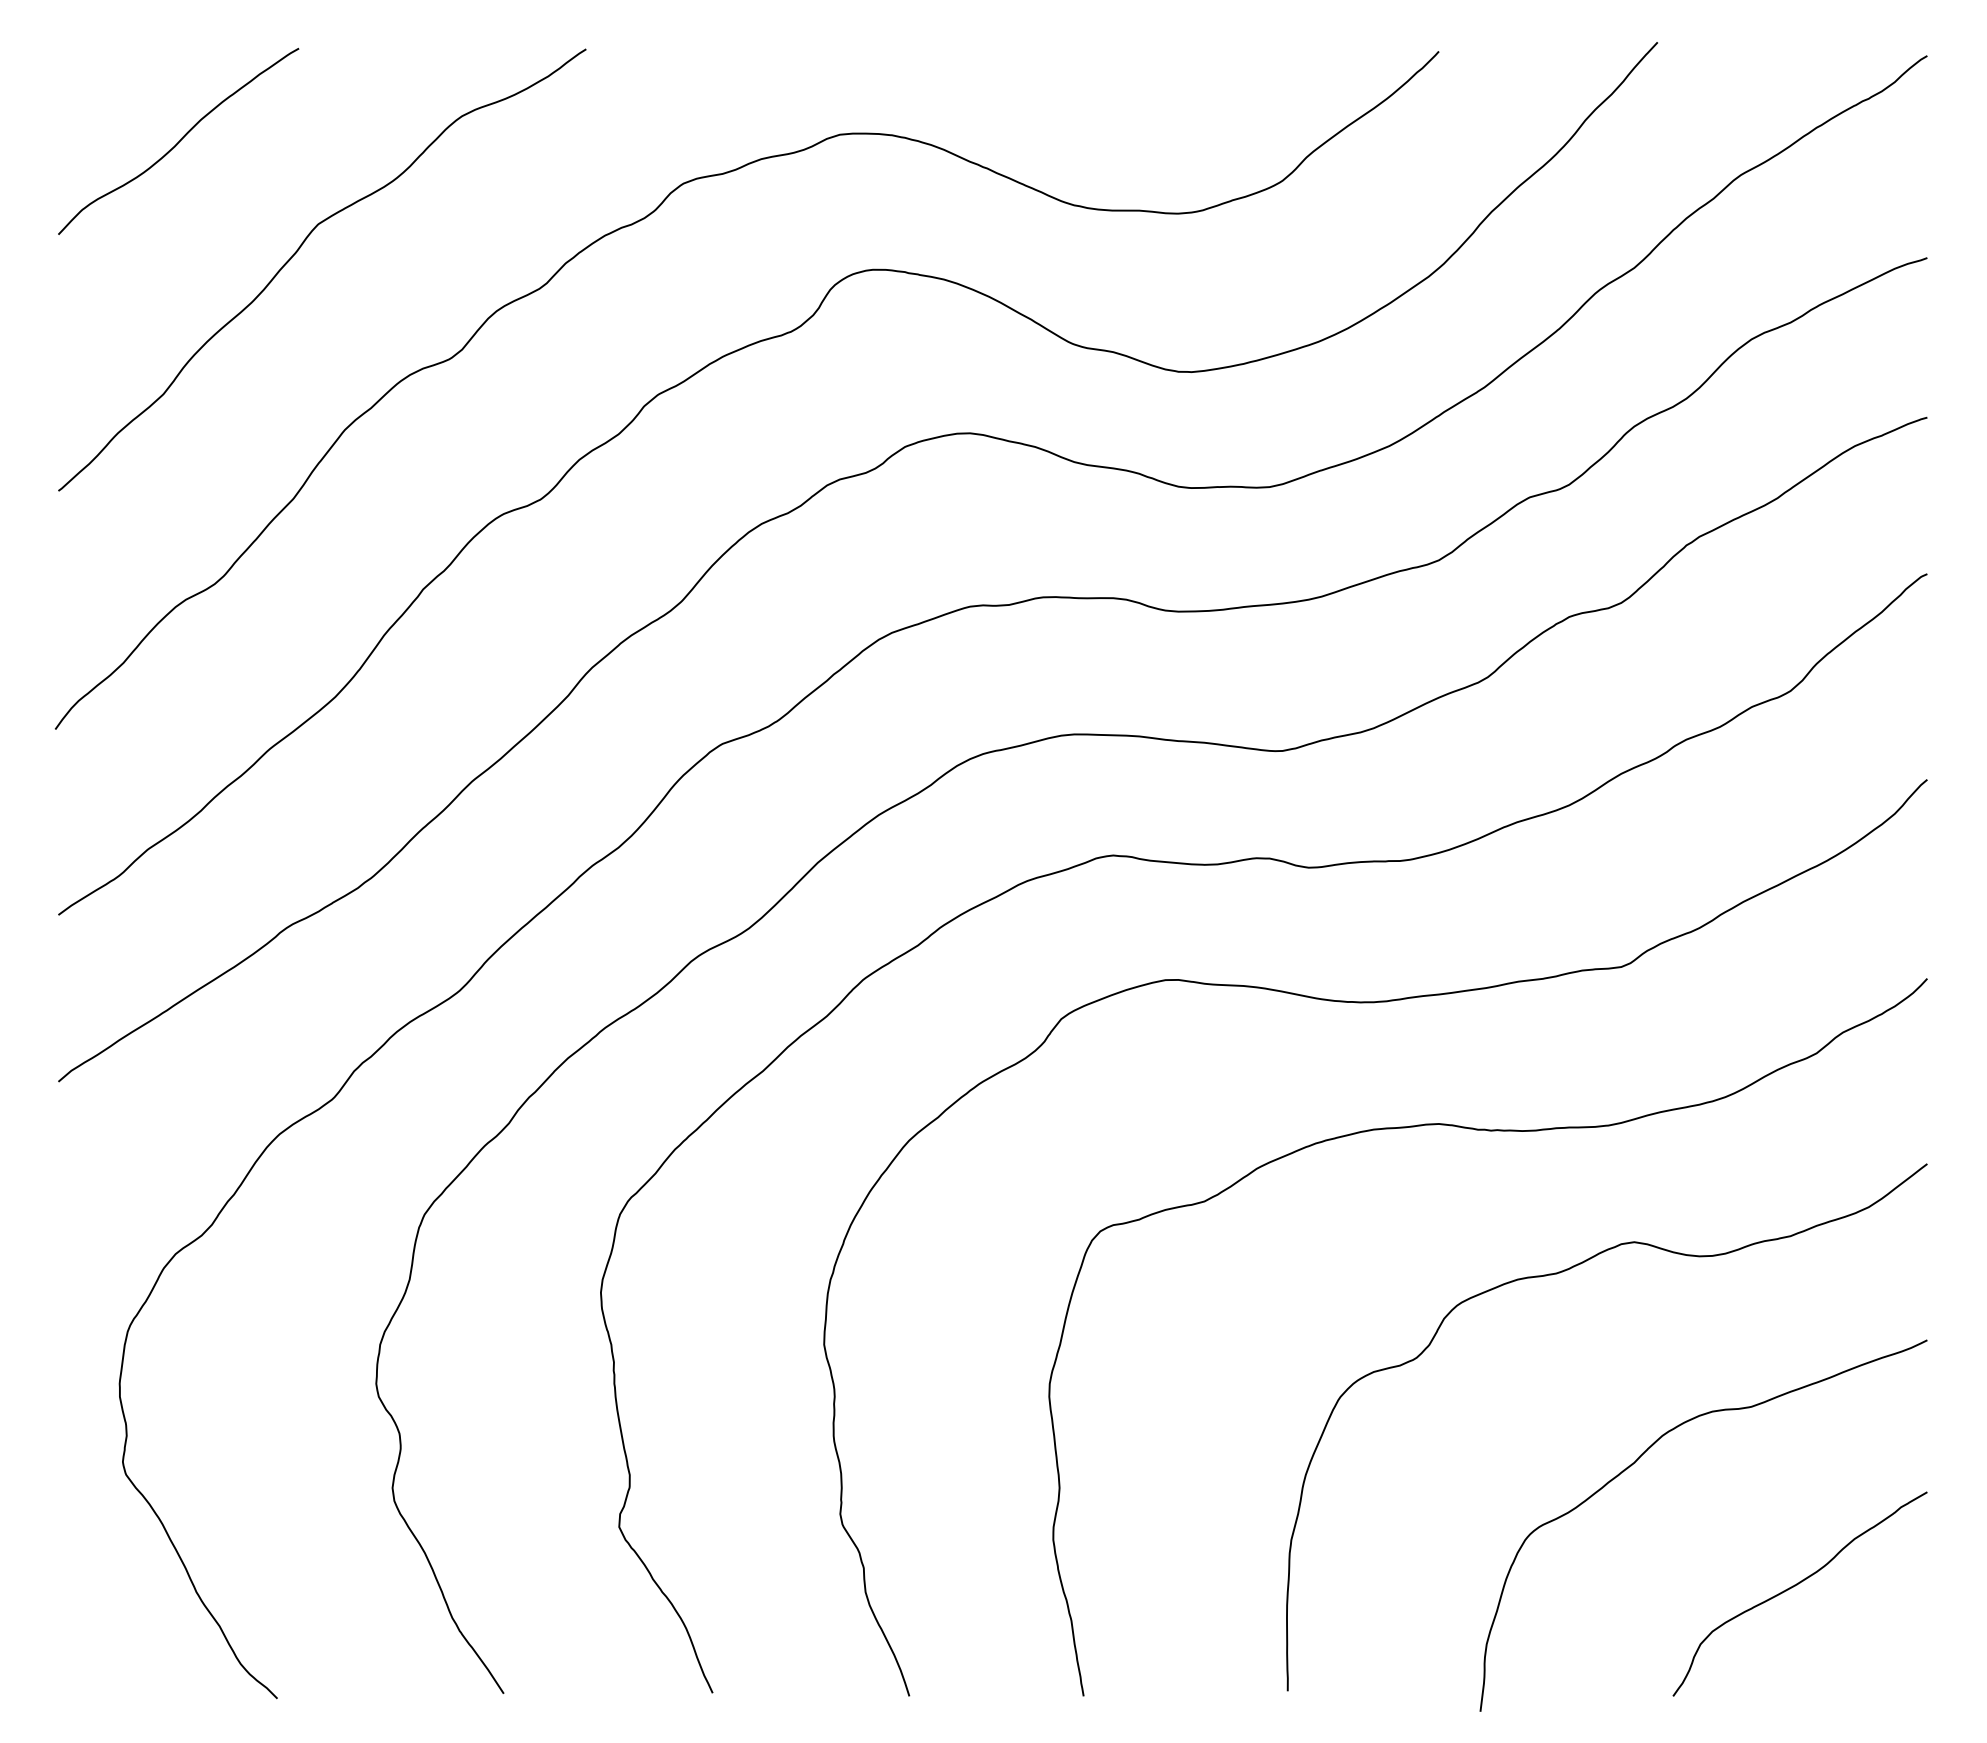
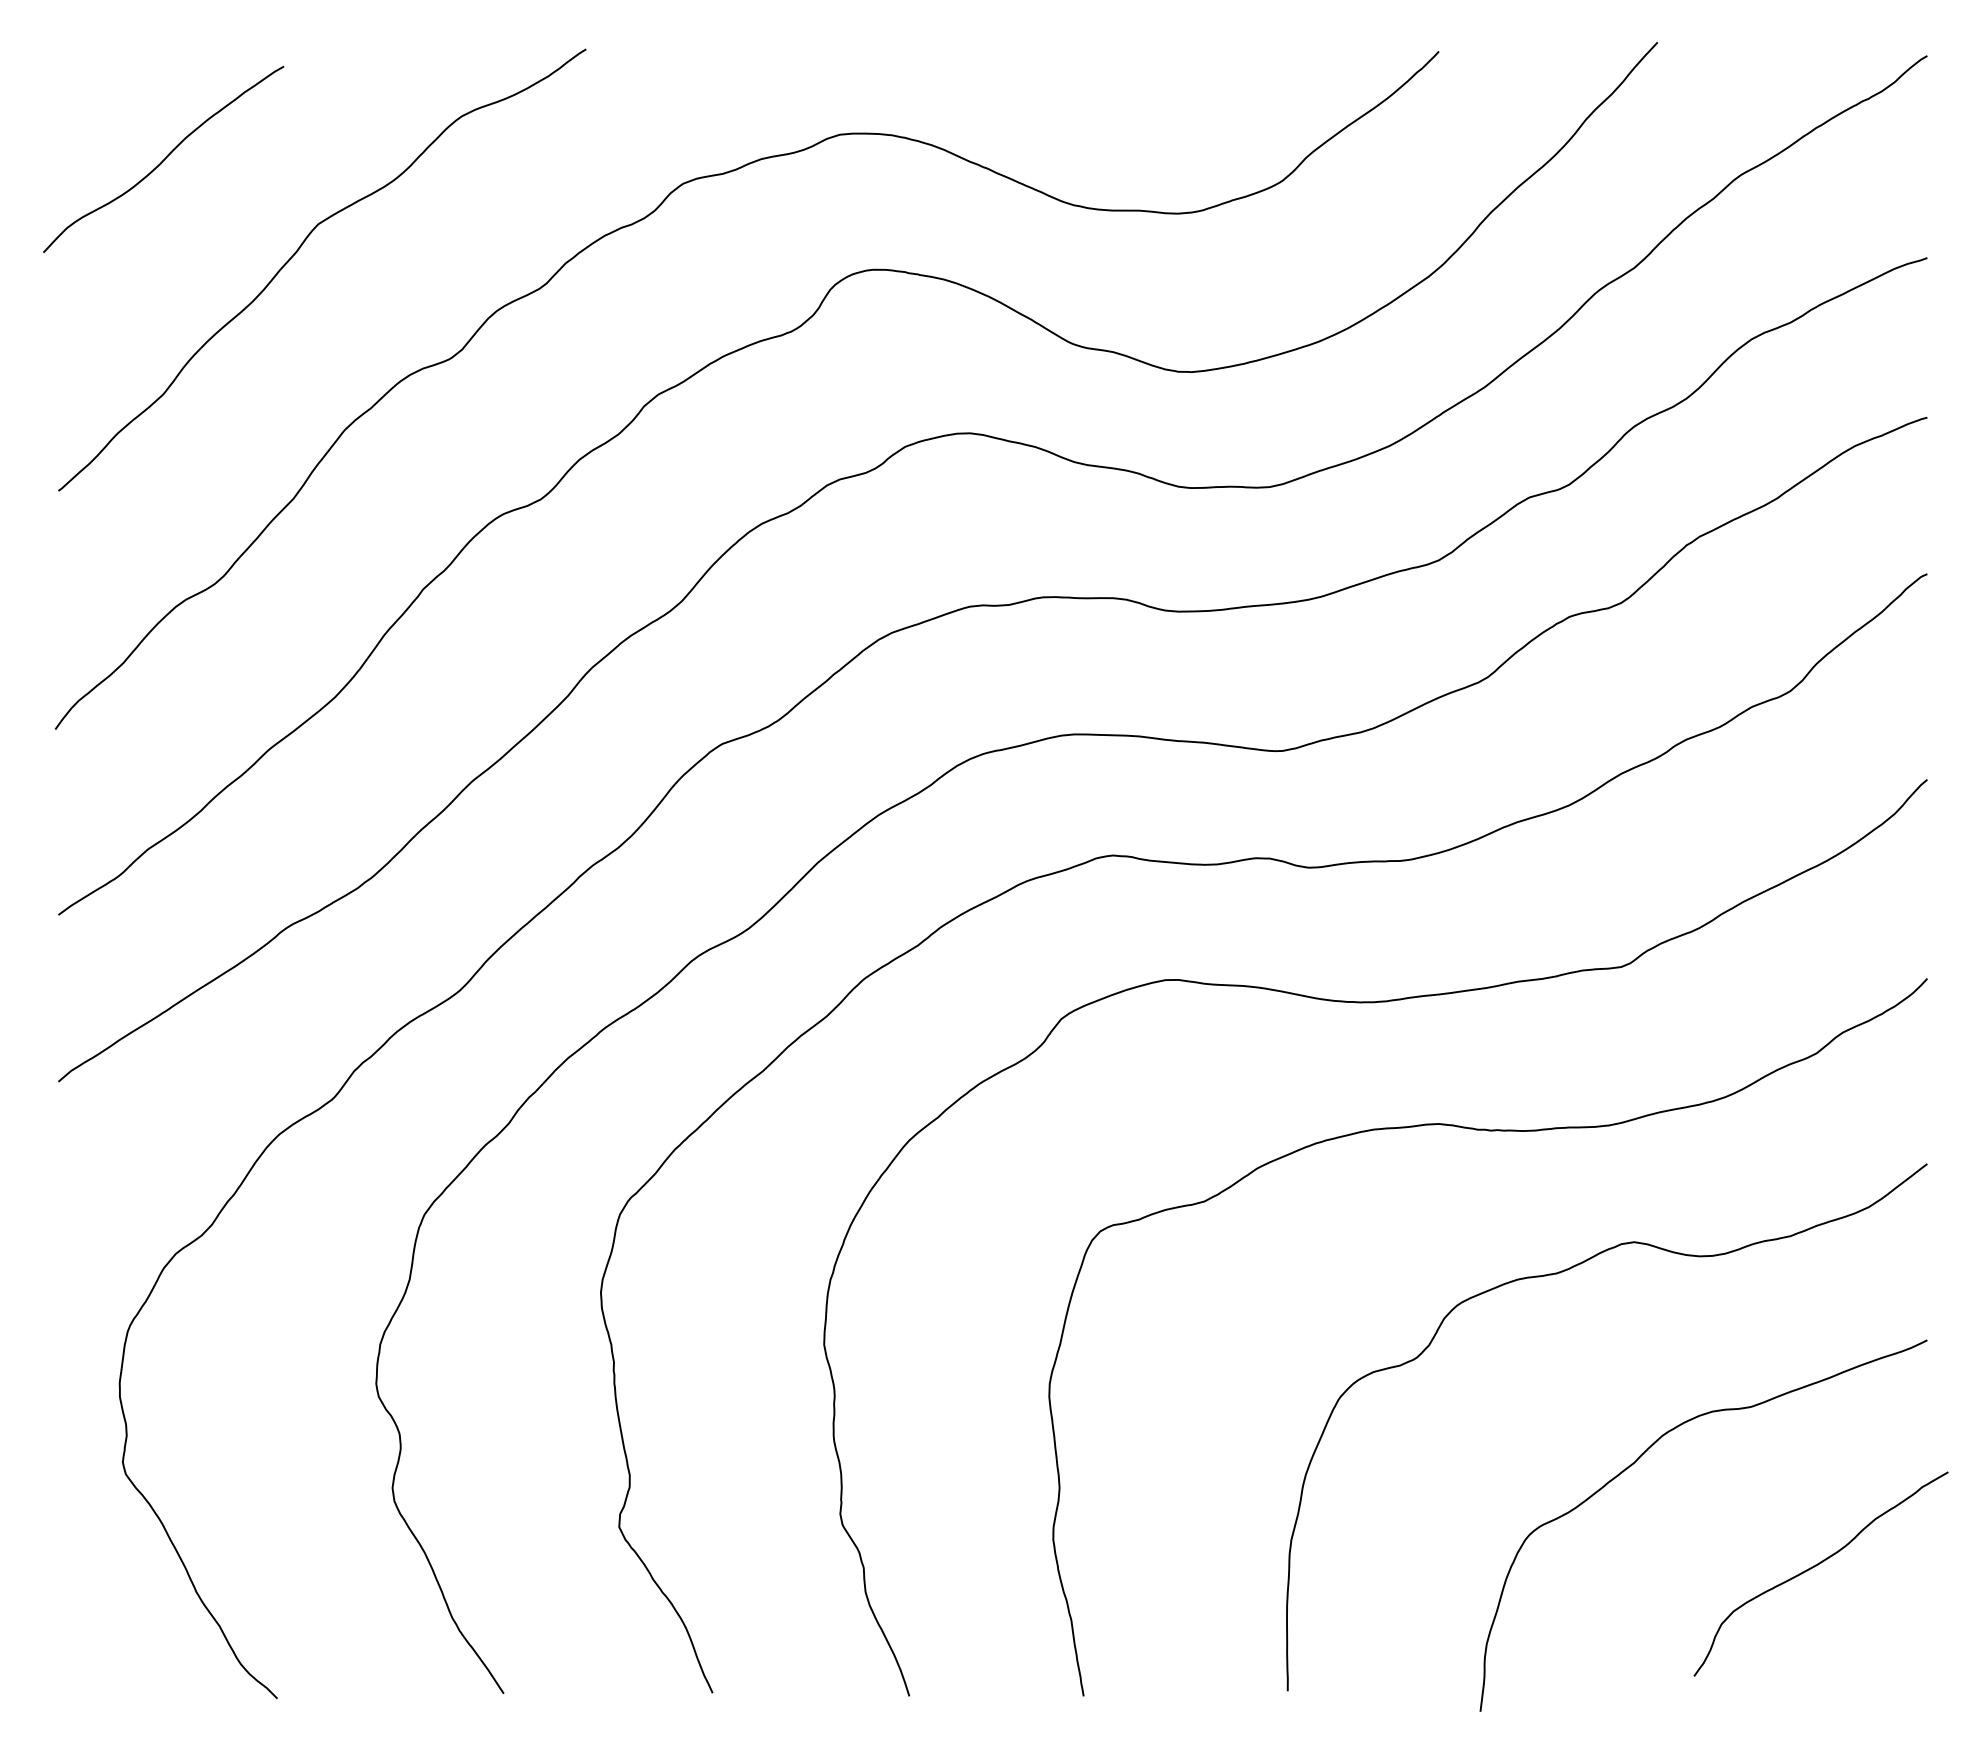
curve at (179, 140) position: (179, 140) -> (164, 158)
curve at (1795, 1586) position: (1795, 1586) -> (1816, 1566)
